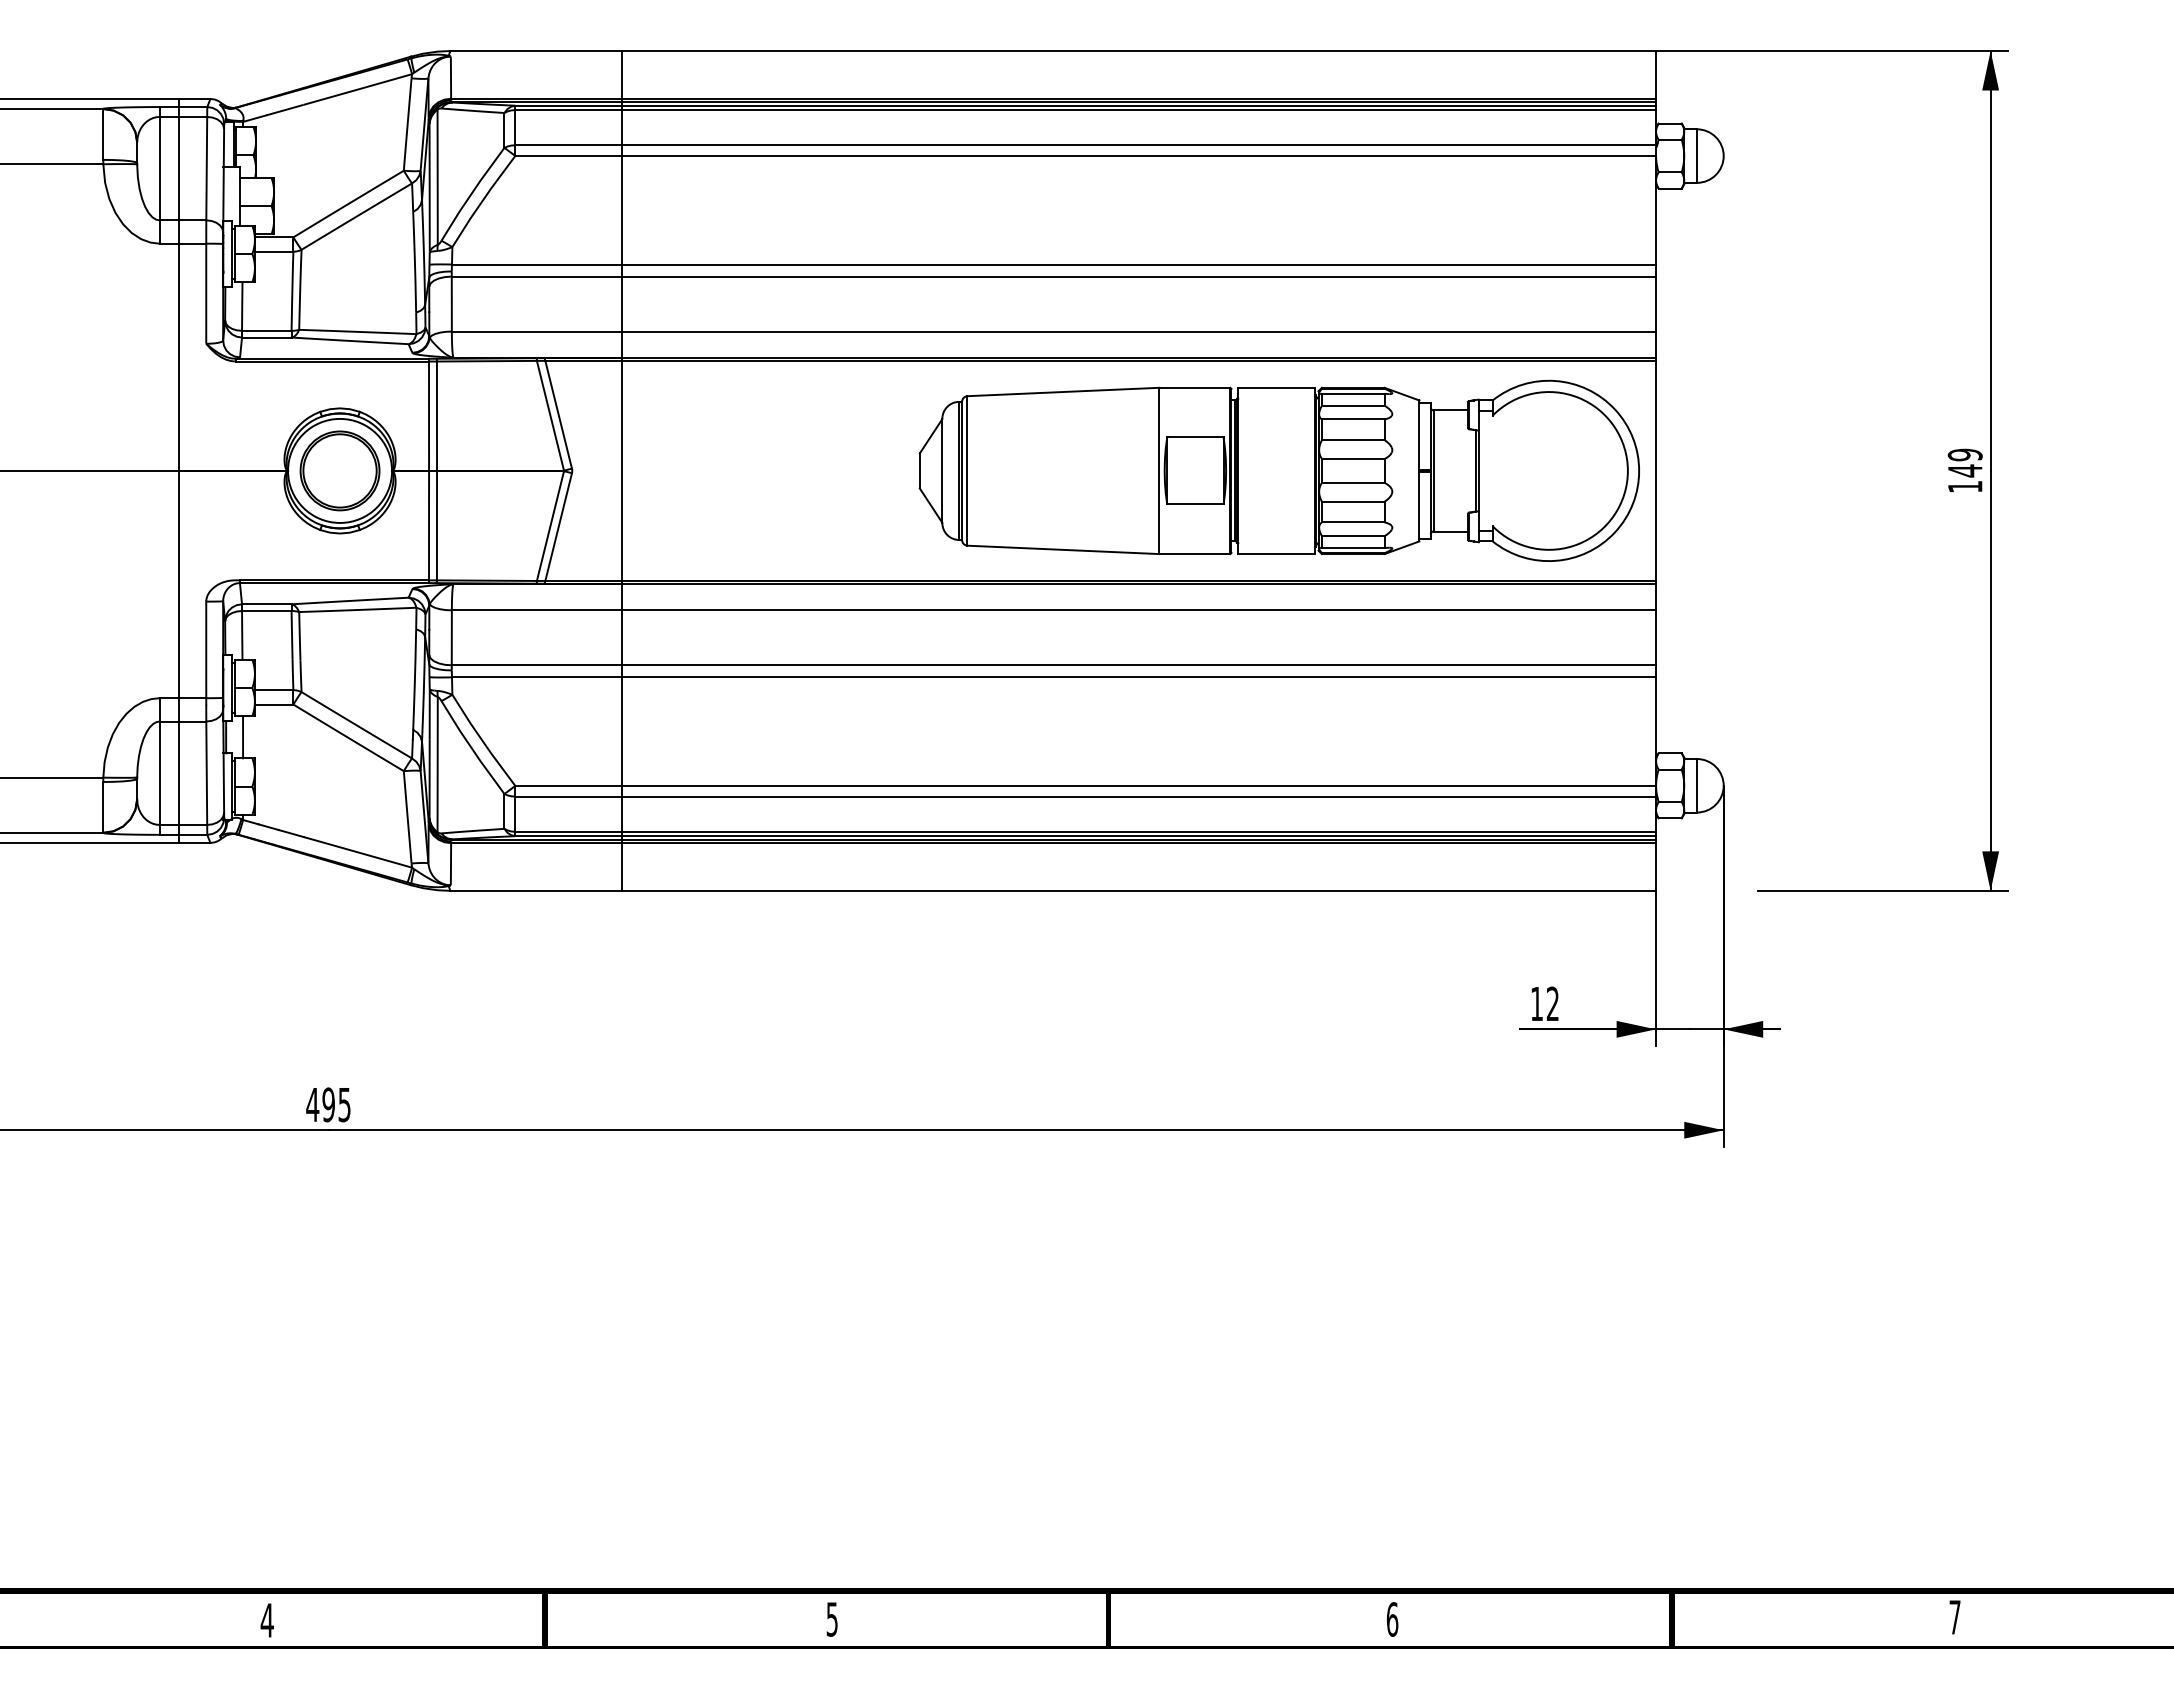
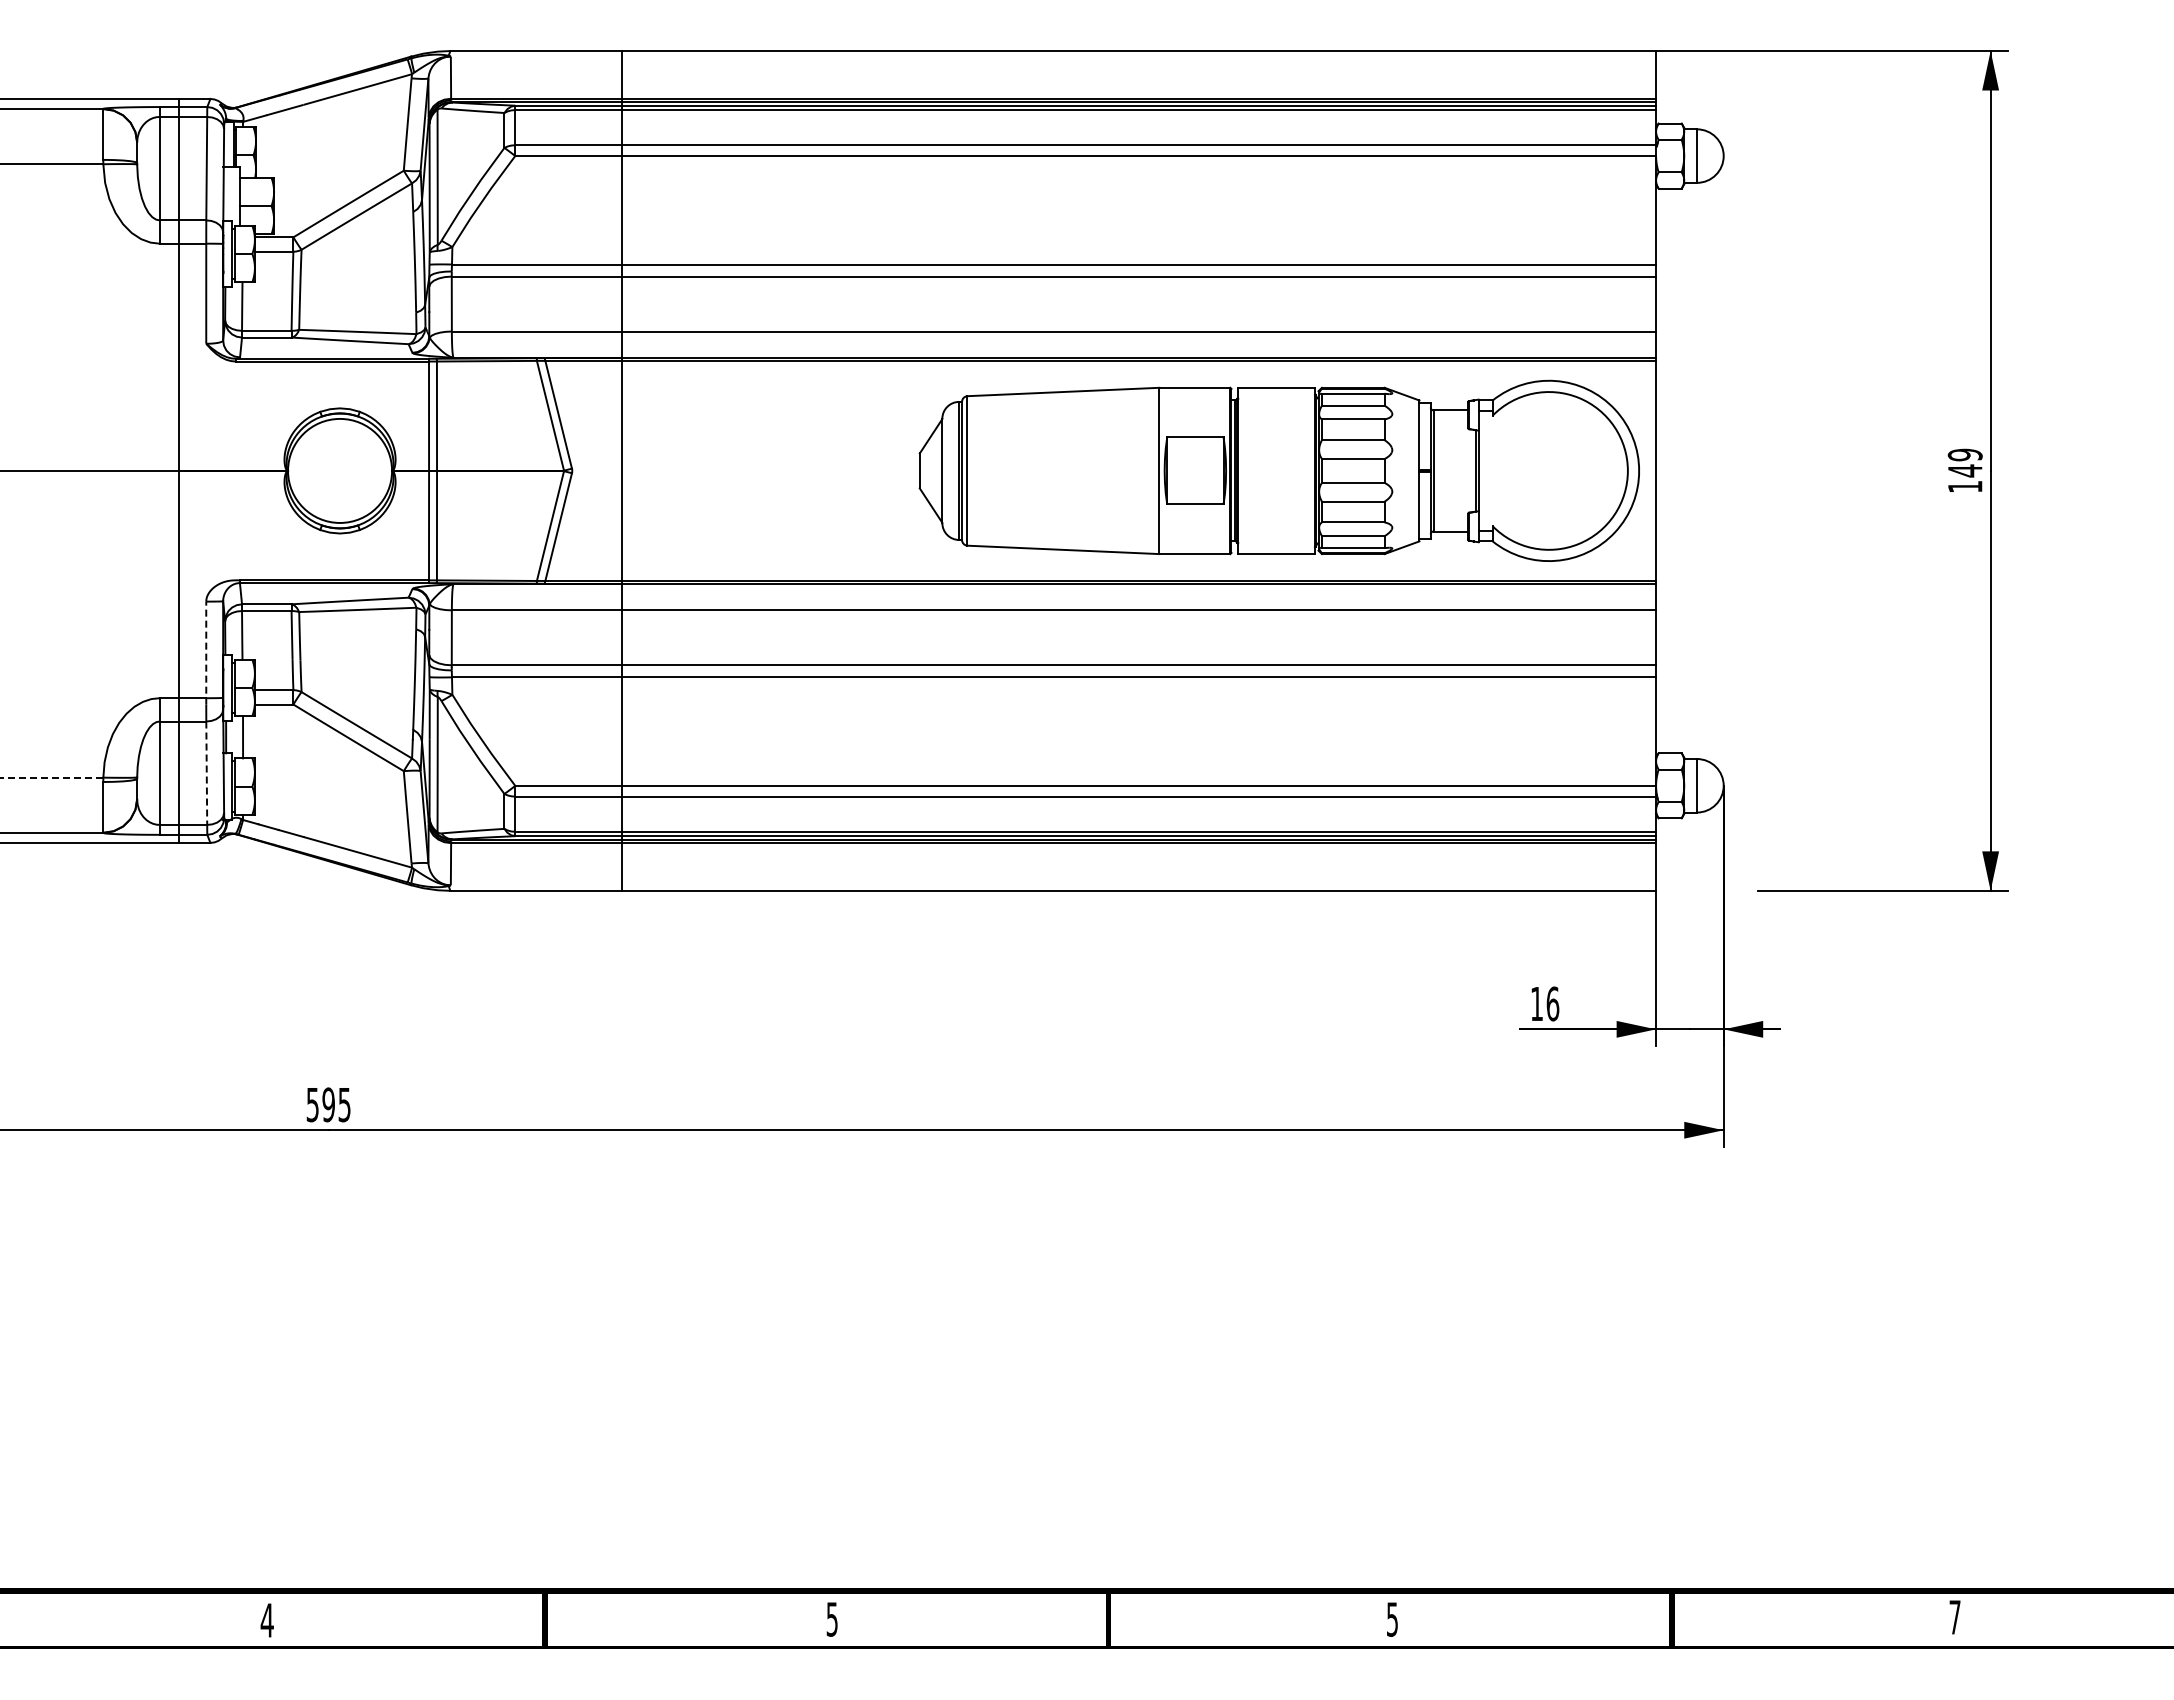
part at (339, 470): present -> none
line at (206, 653): solid -> dashed
line at (206, 773): solid -> dashed
line at (51, 777): solid -> dashed
text at (1552, 1003): 12 -> 16
text at (312, 1105): 495 -> 595
text at (1392, 1619): 6 -> 5
